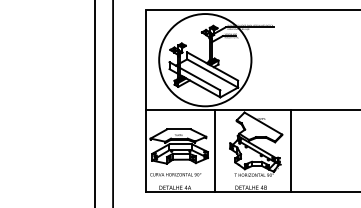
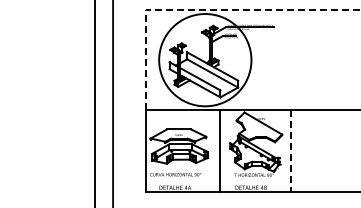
line at (202, 9): solid -> dashed
line at (215, 151) position: (215, 151) -> (220, 151)
line at (291, 151): solid -> dashed
